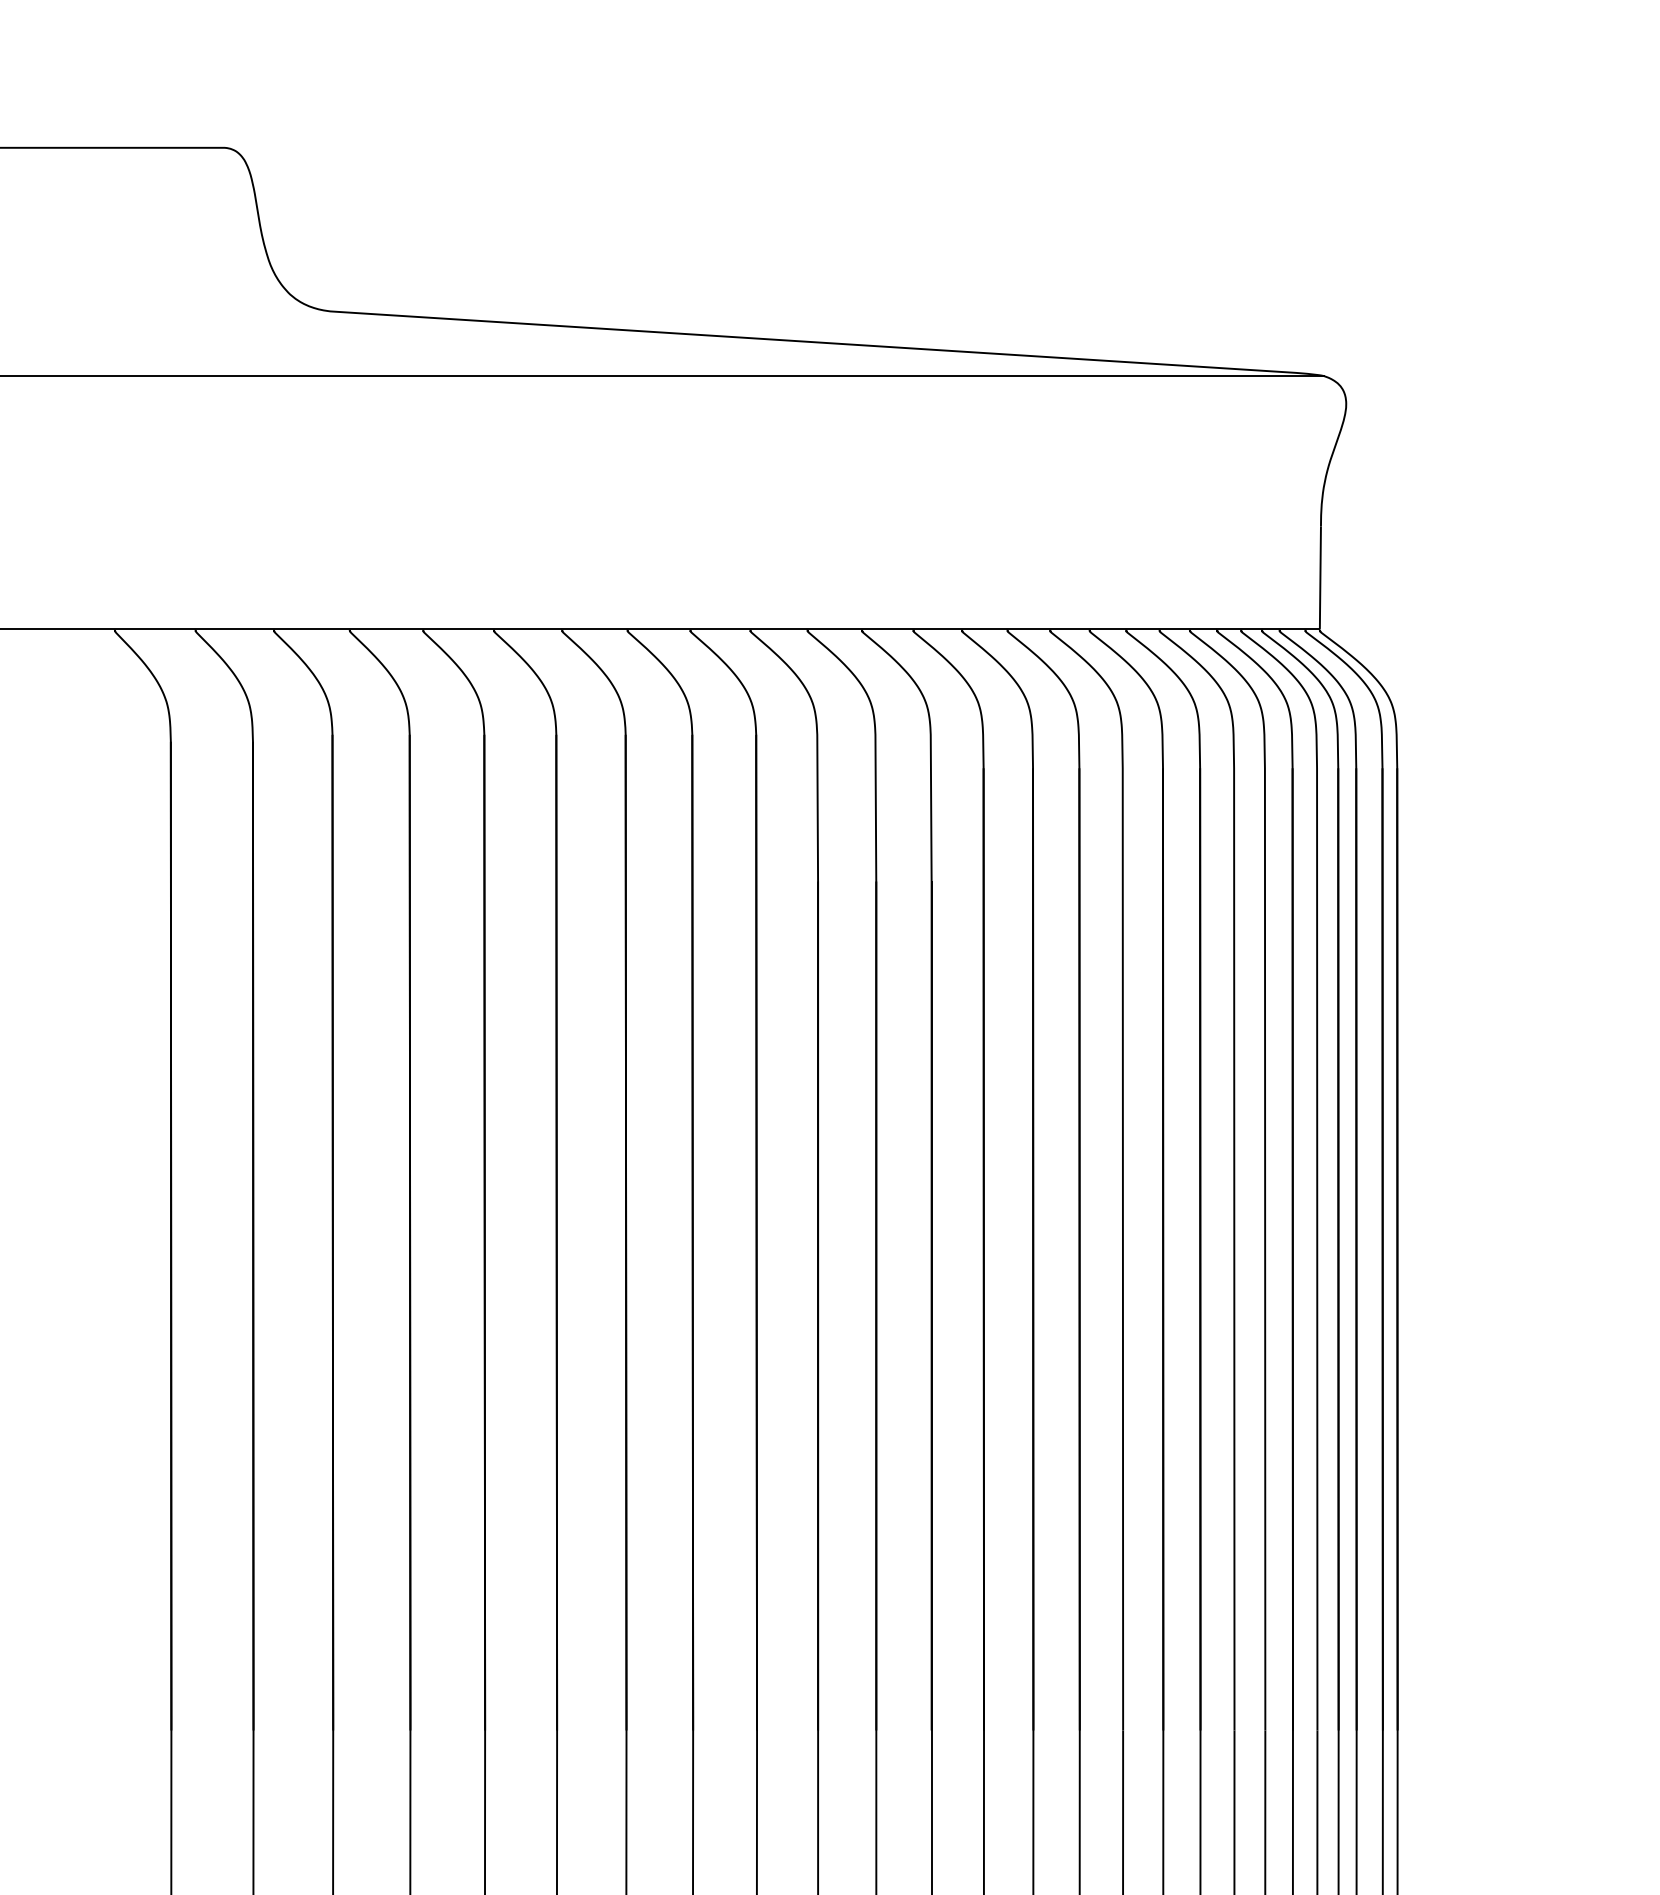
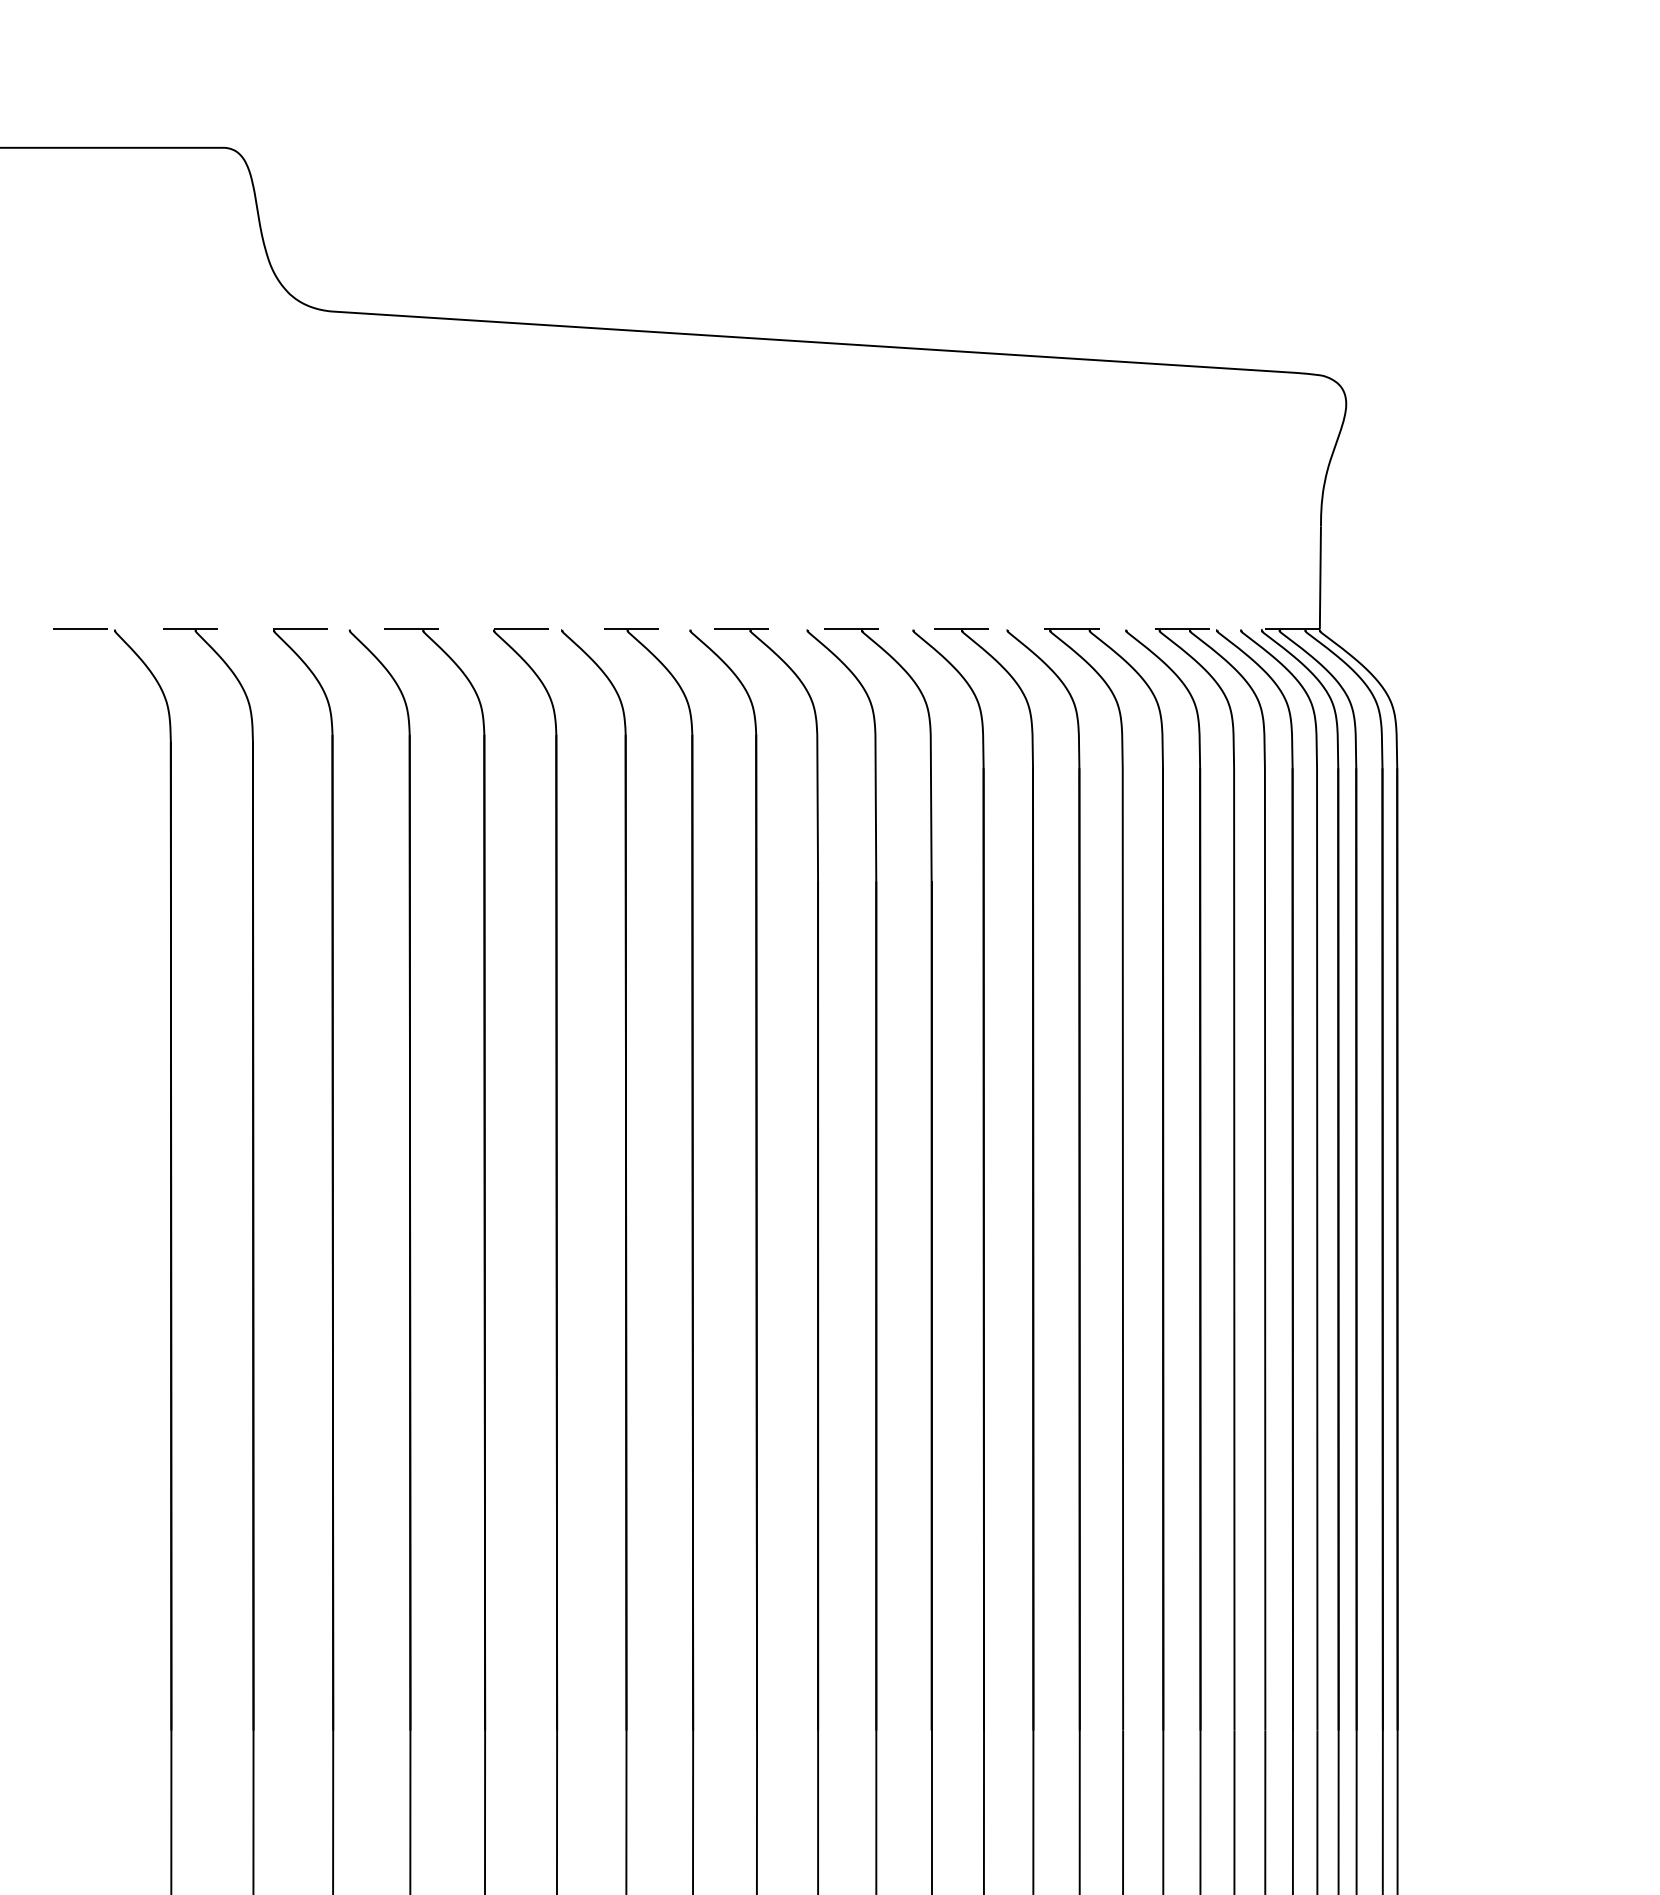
line at (662, 375): present -> none
line at (659, 628): solid -> dashed
